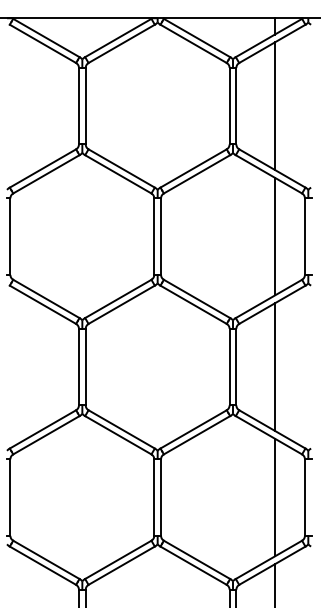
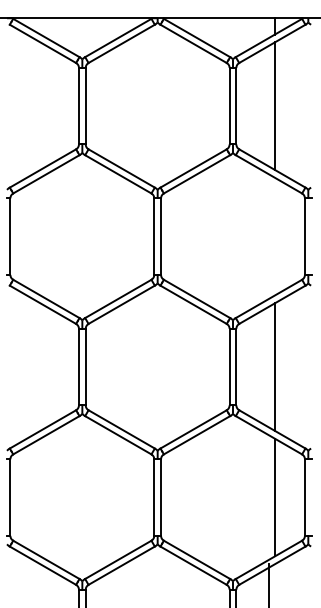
line at (274, 236): present -> none
line at (274, 584) position: (274, 584) -> (268, 584)
